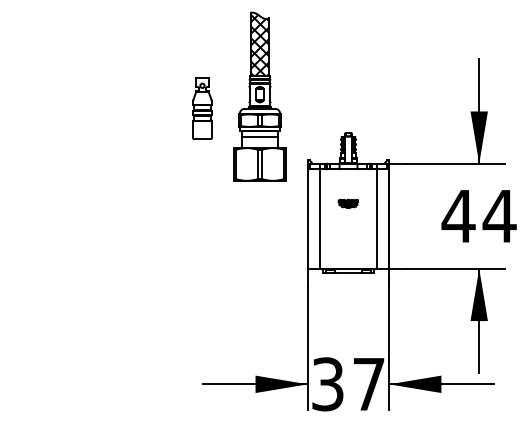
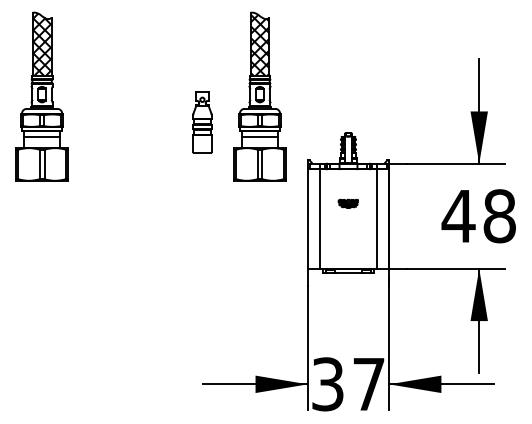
part at (41, 96): none -> present
part at (202, 108) position: (202, 108) -> (202, 122)
text at (499, 216): 44 -> 48
